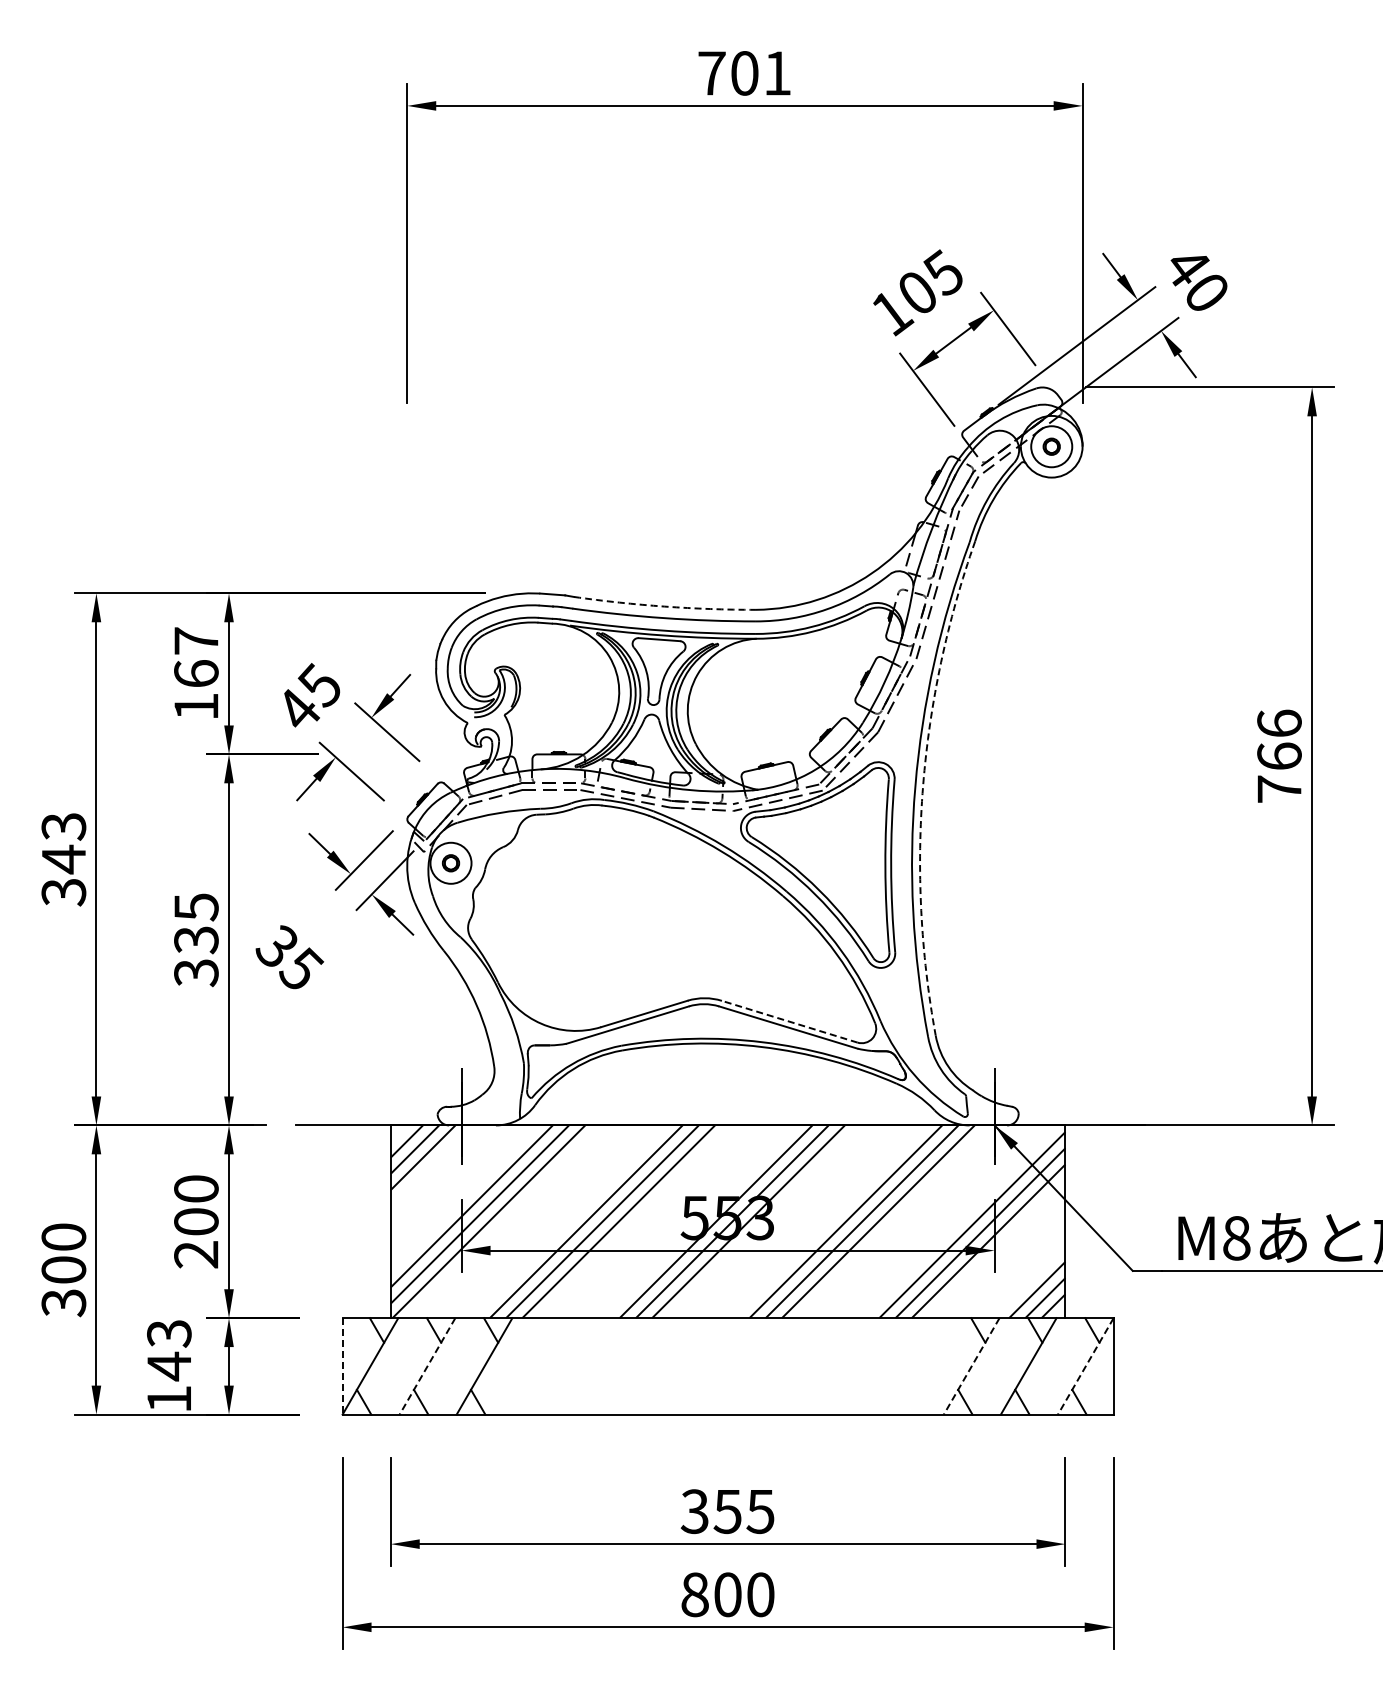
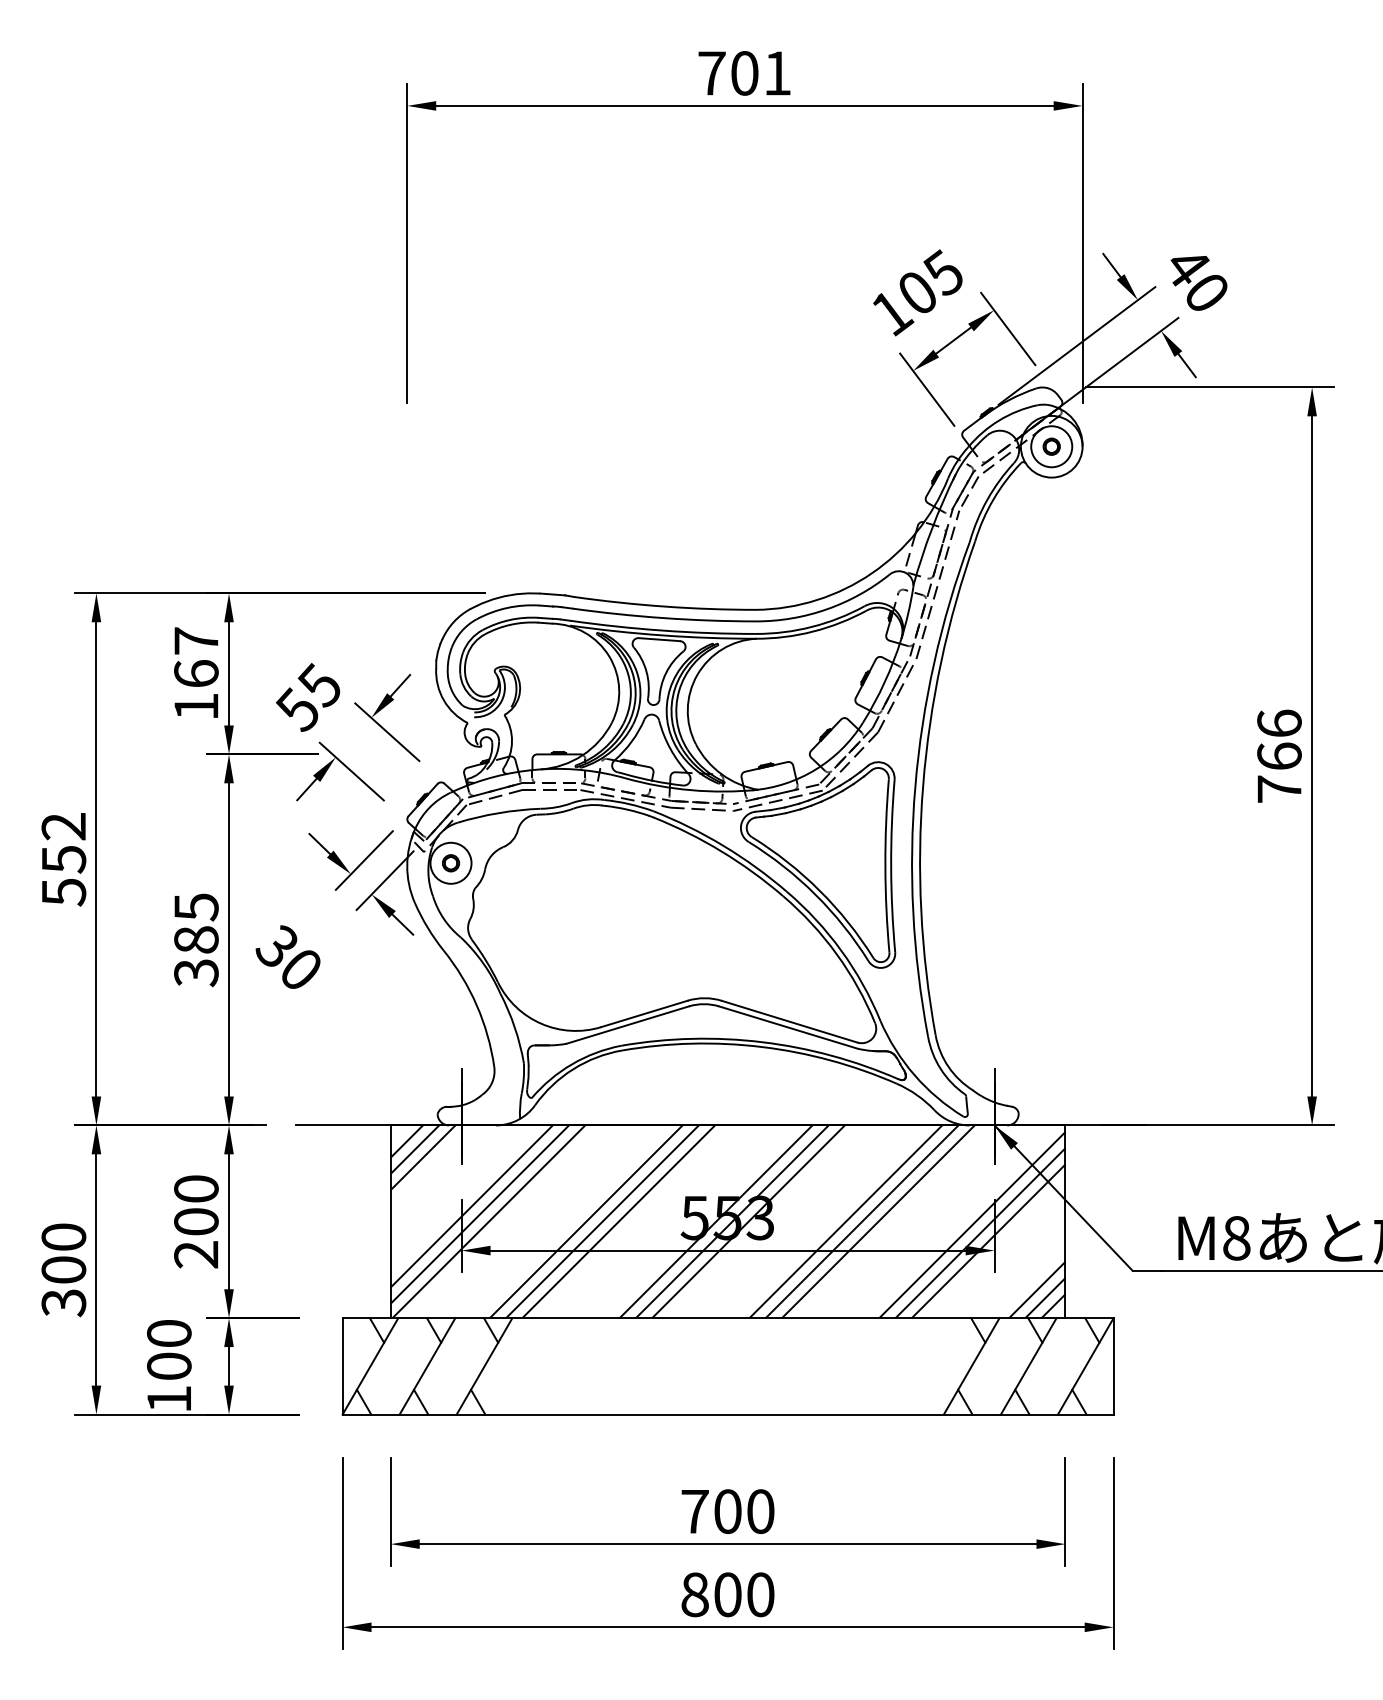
arc at (664, 606): dashed -> solid
text at (297, 709): 45 -> 55
arc at (923, 785): dashed -> solid
text at (63, 859): 343 -> 552
text at (196, 940): 335 -> 385
text at (301, 968): 35 -> 30
line at (789, 1021): dashed -> solid
text at (169, 1350): 143 -> 100
line at (342, 1366): dashed -> solid
line at (427, 1366): dashed -> solid
line at (971, 1366): dashed -> solid
line at (1085, 1366): dashed -> solid
text at (727, 1511): 355 -> 700
